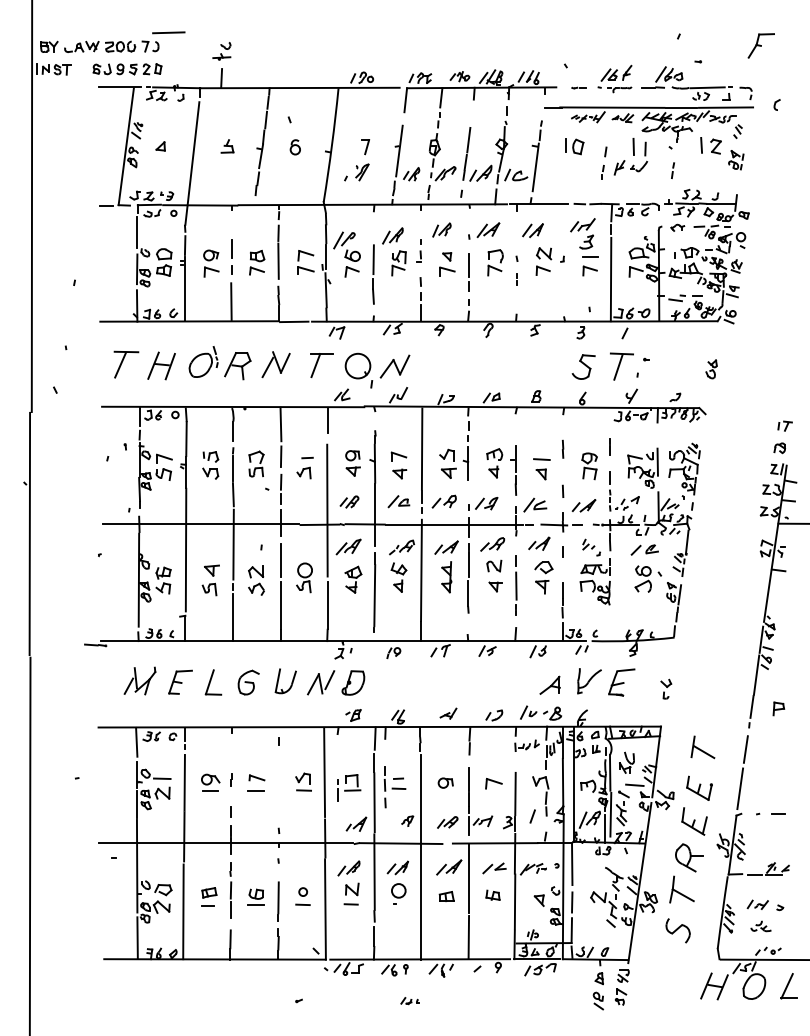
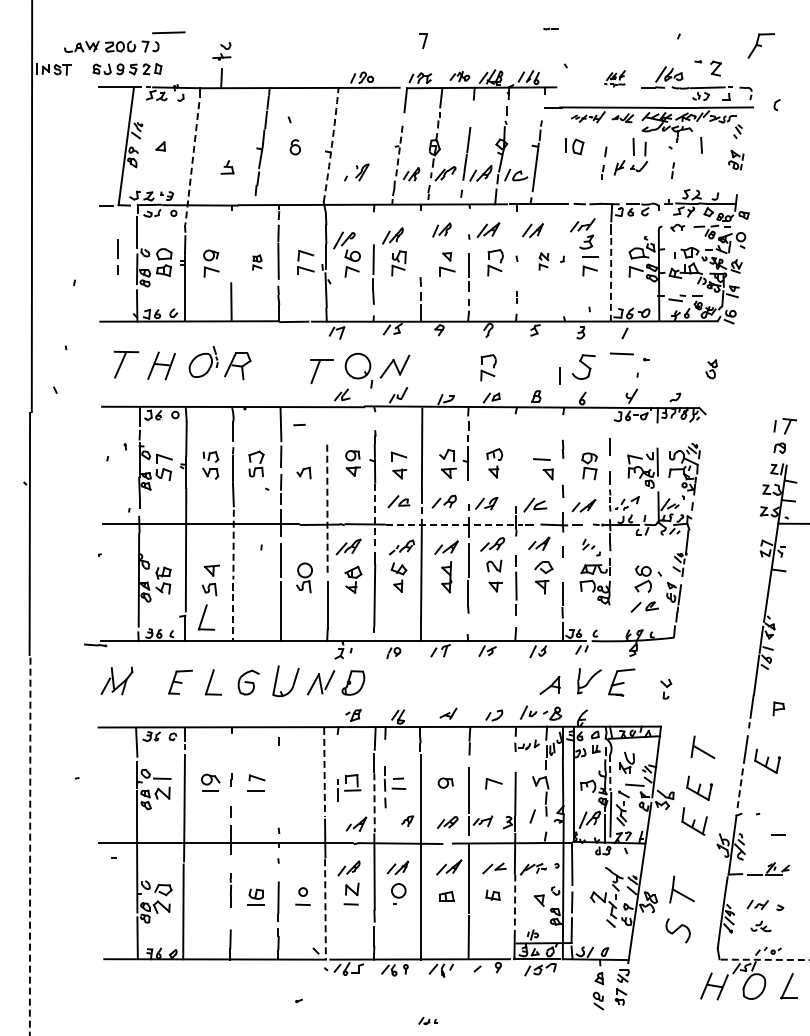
part at (49, 46): present -> none
part at (614, 78) size: 36x30 px -> 22x18 px
part at (578, 87) position: (578, 87) -> (550, 28)
arc at (332, 145): solid -> dashed
part at (227, 146) position: (227, 146) -> (227, 167)
part at (715, 146) position: (715, 146) -> (715, 68)
part at (365, 147) position: (365, 147) -> (423, 41)
line at (399, 151): solid -> dashed
line at (192, 163): solid -> dashed
part at (418, 250): present -> none
line at (231, 256) position: (231, 256) -> (117, 256)
part at (543, 261) size: 18x29 px -> 12x19 px
part at (257, 262) size: 17x27 px -> 11x17 px
line at (516, 278) position: (516, 278) -> (516, 296)
line at (611, 279): solid -> dashed
part at (275, 364): present -> none
part at (321, 365) position: (321, 365) -> (321, 371)
line at (618, 366): present -> none
part at (488, 367): none -> present
line at (559, 375): none -> present
line at (327, 420): present -> none
part at (784, 425) size: 16x12 px -> 24x17 px
line at (307, 457) position: (307, 457) -> (299, 424)
part at (513, 470): present -> none
part at (540, 474) position: (540, 474) -> (547, 474)
part at (349, 501): present -> none
line at (327, 510): solid -> dashed
line at (375, 515): solid -> dashed
line at (454, 524): solid -> dashed
line at (233, 544): solid -> dashed
part at (644, 549) position: (644, 549) -> (644, 606)
part at (256, 580): present -> none
part at (206, 617): none -> present
line at (233, 617): solid -> dashed
part at (139, 680) position: (139, 680) -> (116, 680)
part at (285, 681) size: 23x27 px -> 28x33 px
part at (767, 760): none -> present
line at (324, 772): solid -> dashed
line at (610, 772): solid -> dashed
part at (303, 781): present -> none
line at (740, 789): solid -> dashed
line at (374, 803): solid -> dashed
line at (778, 813) position: (778, 813) -> (778, 834)
line at (30, 846): solid -> dashed
part at (689, 857): present -> none
part at (230, 890) size: 4x57 px -> 3x35 px
part at (209, 896): present -> none
line at (515, 902): solid -> dashed
line at (325, 909): solid -> dashed
line at (765, 959): solid -> dashed
part at (409, 1001) position: (409, 1001) -> (427, 1021)
